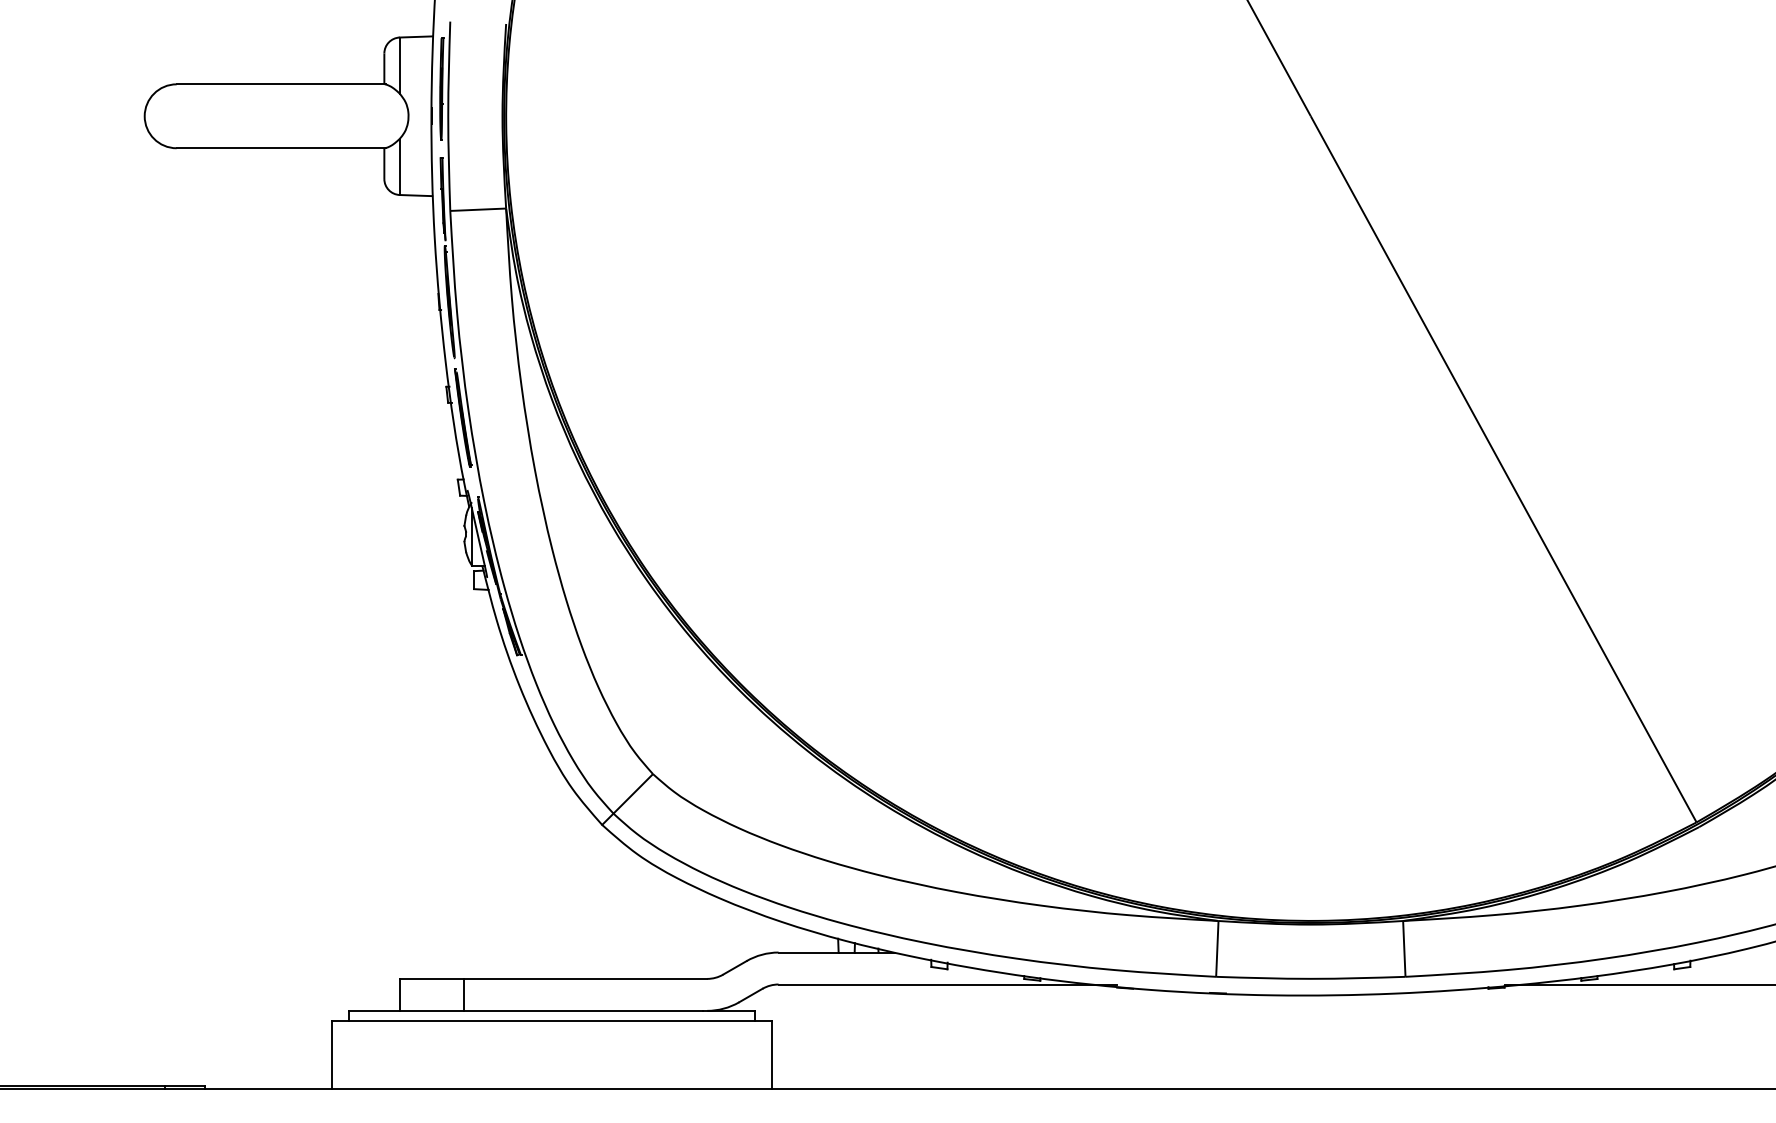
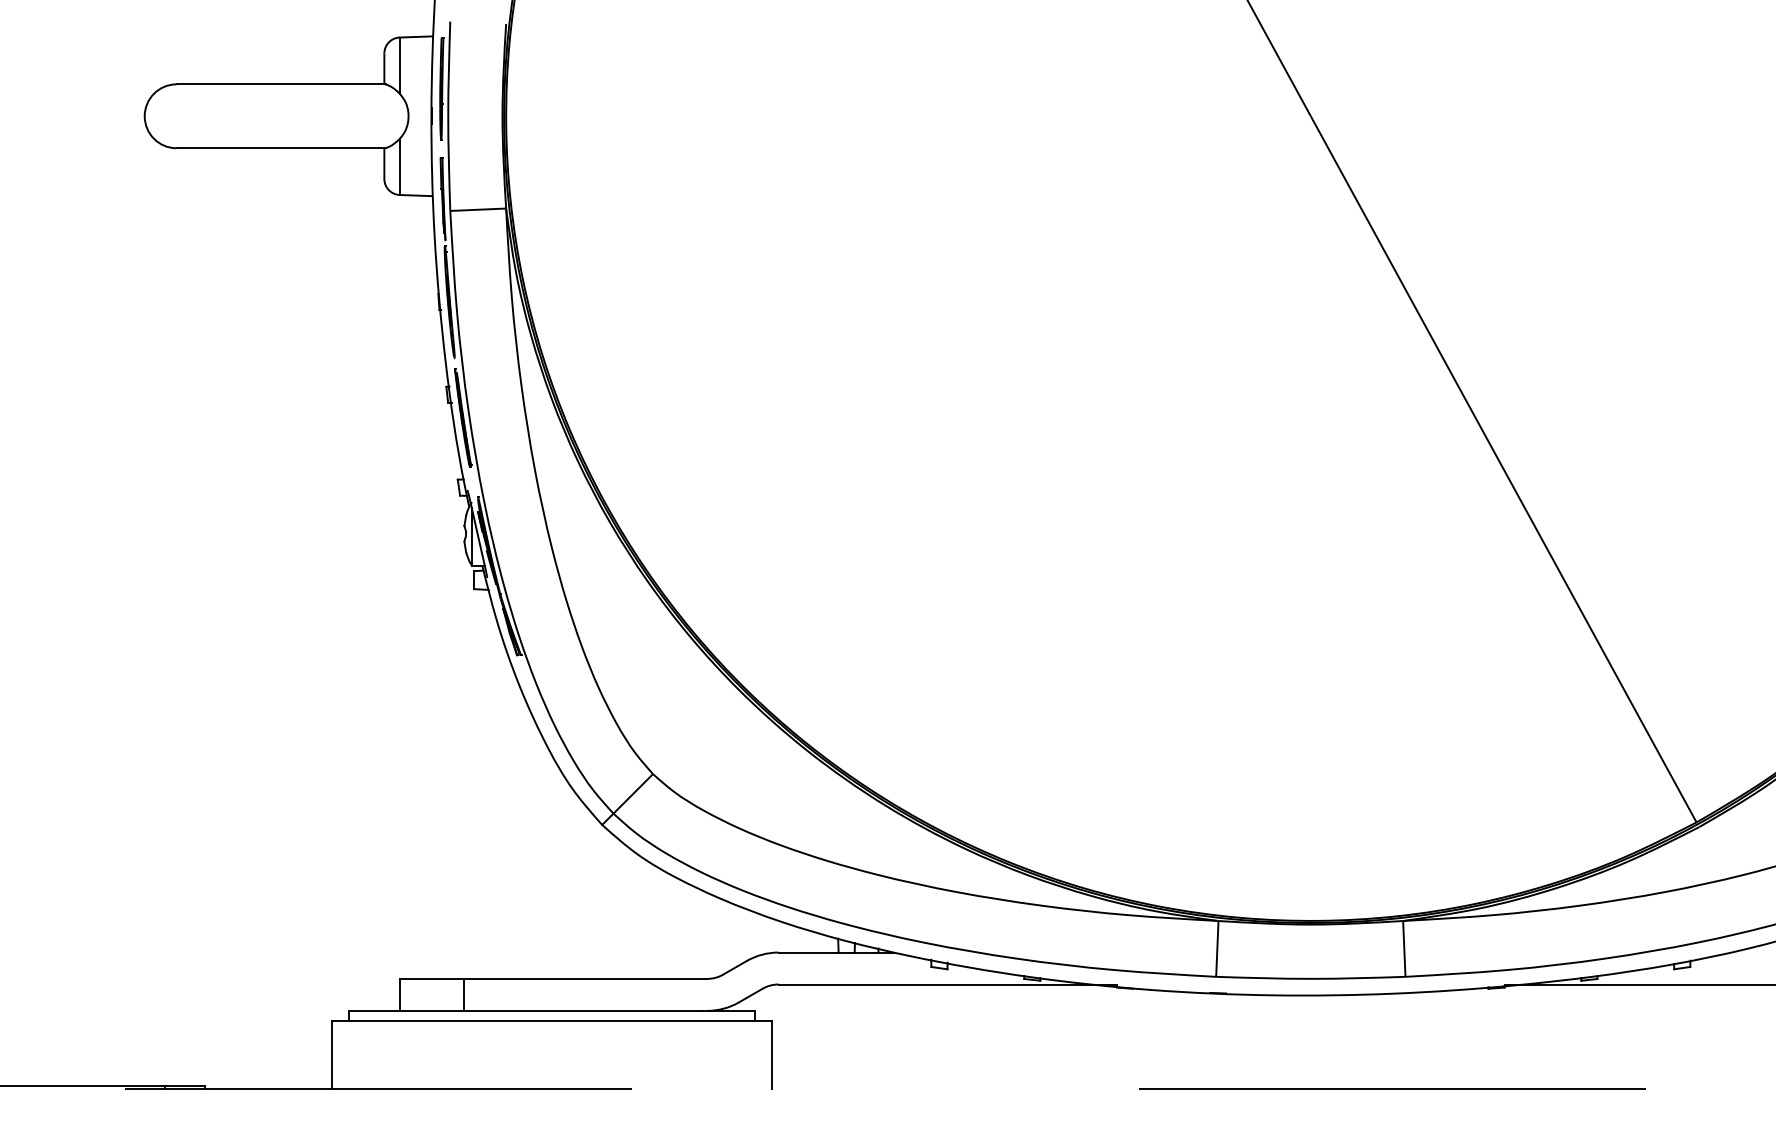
line at (888, 1089): solid -> dashed
